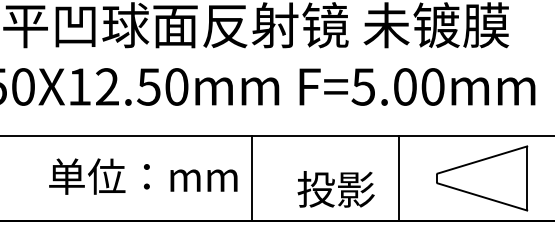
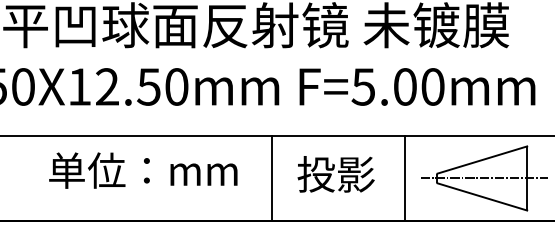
text at (143, 176) position: (143, 176) -> (143, 170)
line at (251, 178) position: (251, 178) -> (271, 178)
line at (399, 178) position: (399, 178) -> (405, 178)
line at (484, 178): none -> present
text at (335, 189) position: (335, 189) -> (335, 174)
